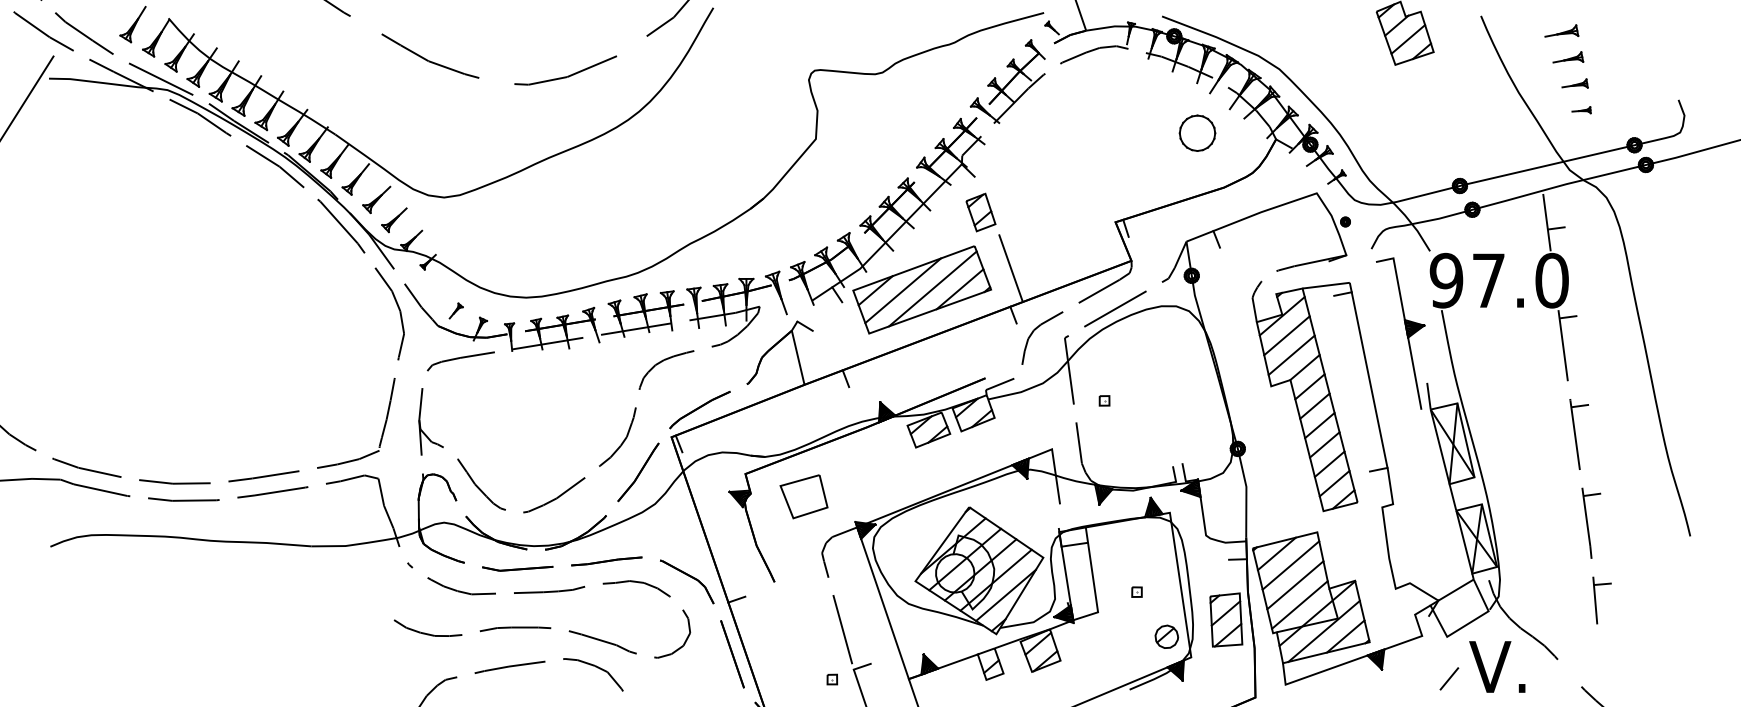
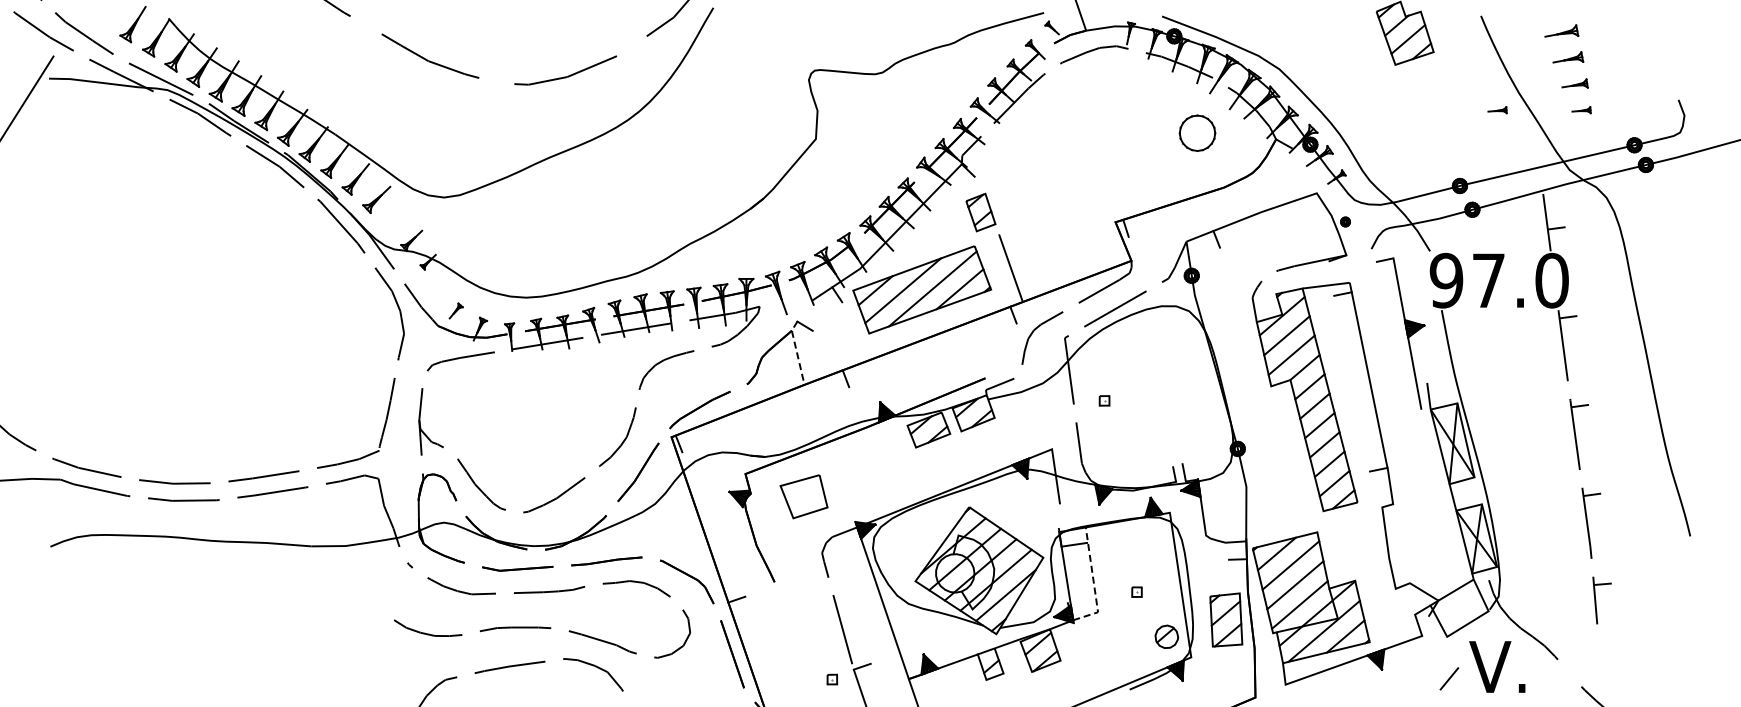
part at (1497, 110): none -> present
part at (394, 220): present -> none
line at (796, 351): solid -> dashed
line at (1093, 582): solid -> dashed
